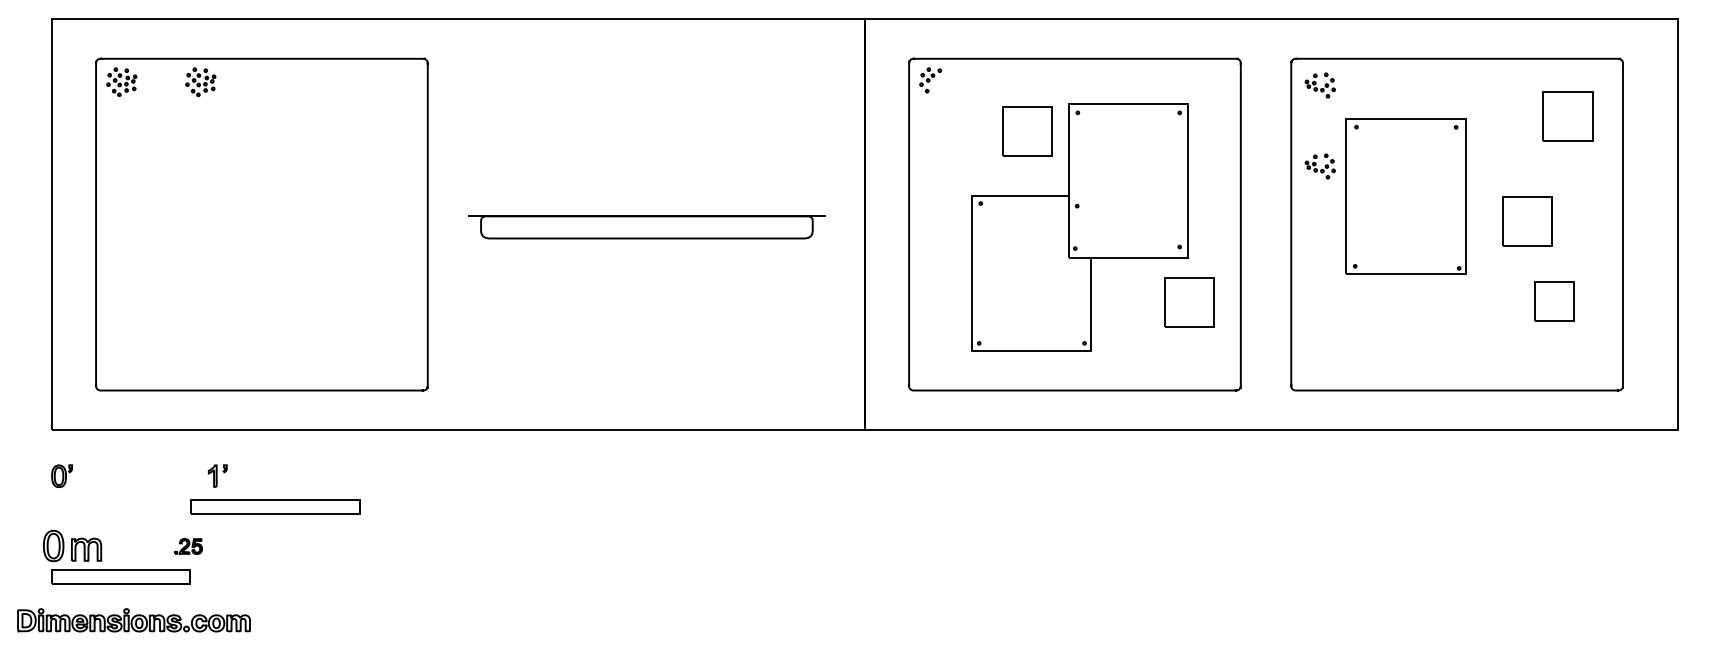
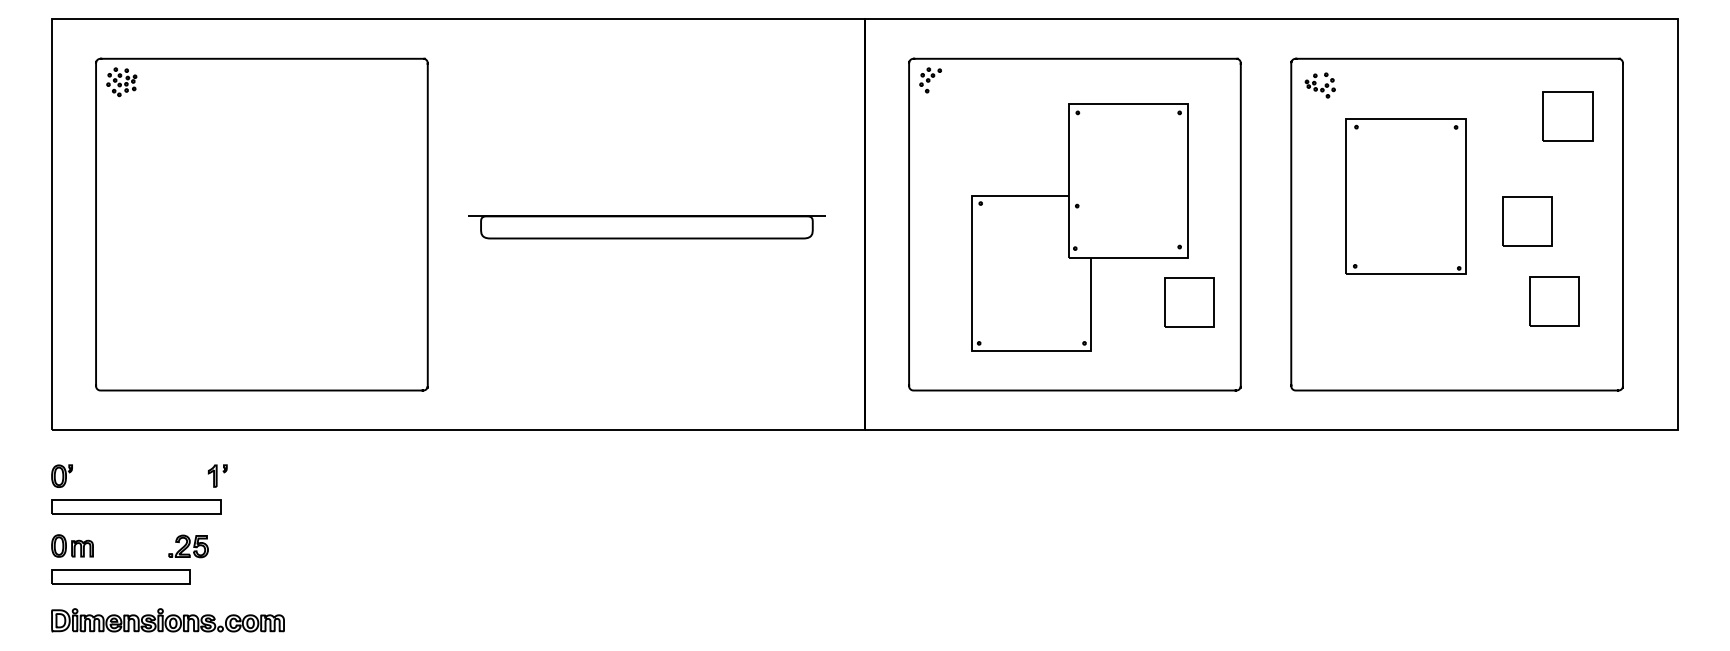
part at (200, 82): present -> none
part at (1027, 131): present -> none
part at (1319, 166): present -> none
part at (1554, 301) size: 41x41 px -> 51x51 px
part at (275, 506) position: (275, 506) -> (136, 506)
part at (72, 545) size: 60x34 px -> 43x24 px
part at (188, 546) size: 29x17 px -> 41x25 px
part at (133, 620) position: (133, 620) -> (167, 620)
